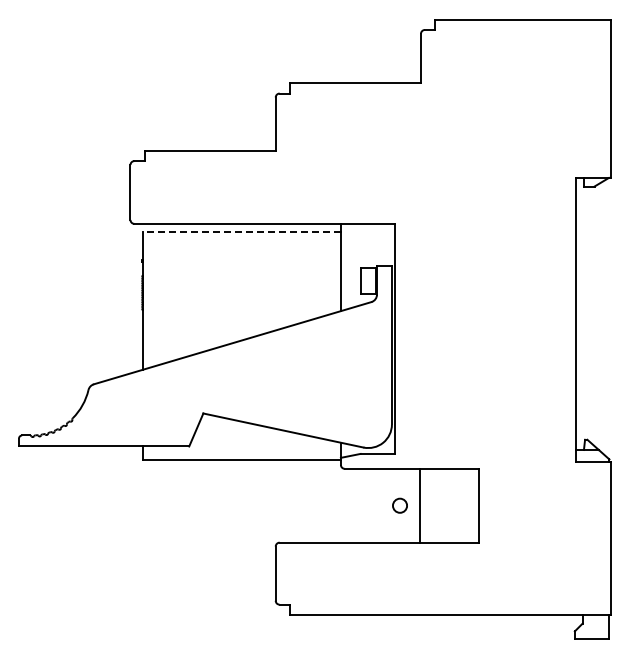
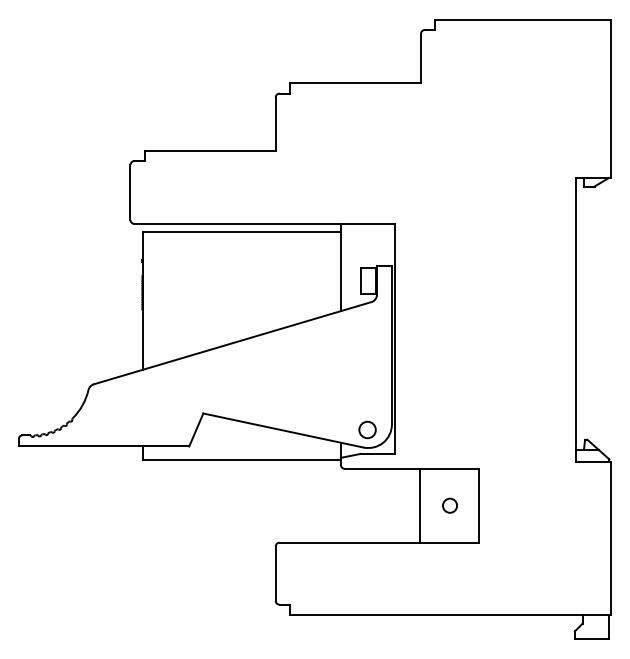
line at (241, 232): dashed -> solid
circle at (367, 429): none -> present
circle at (399, 505) position: (399, 505) -> (449, 505)
